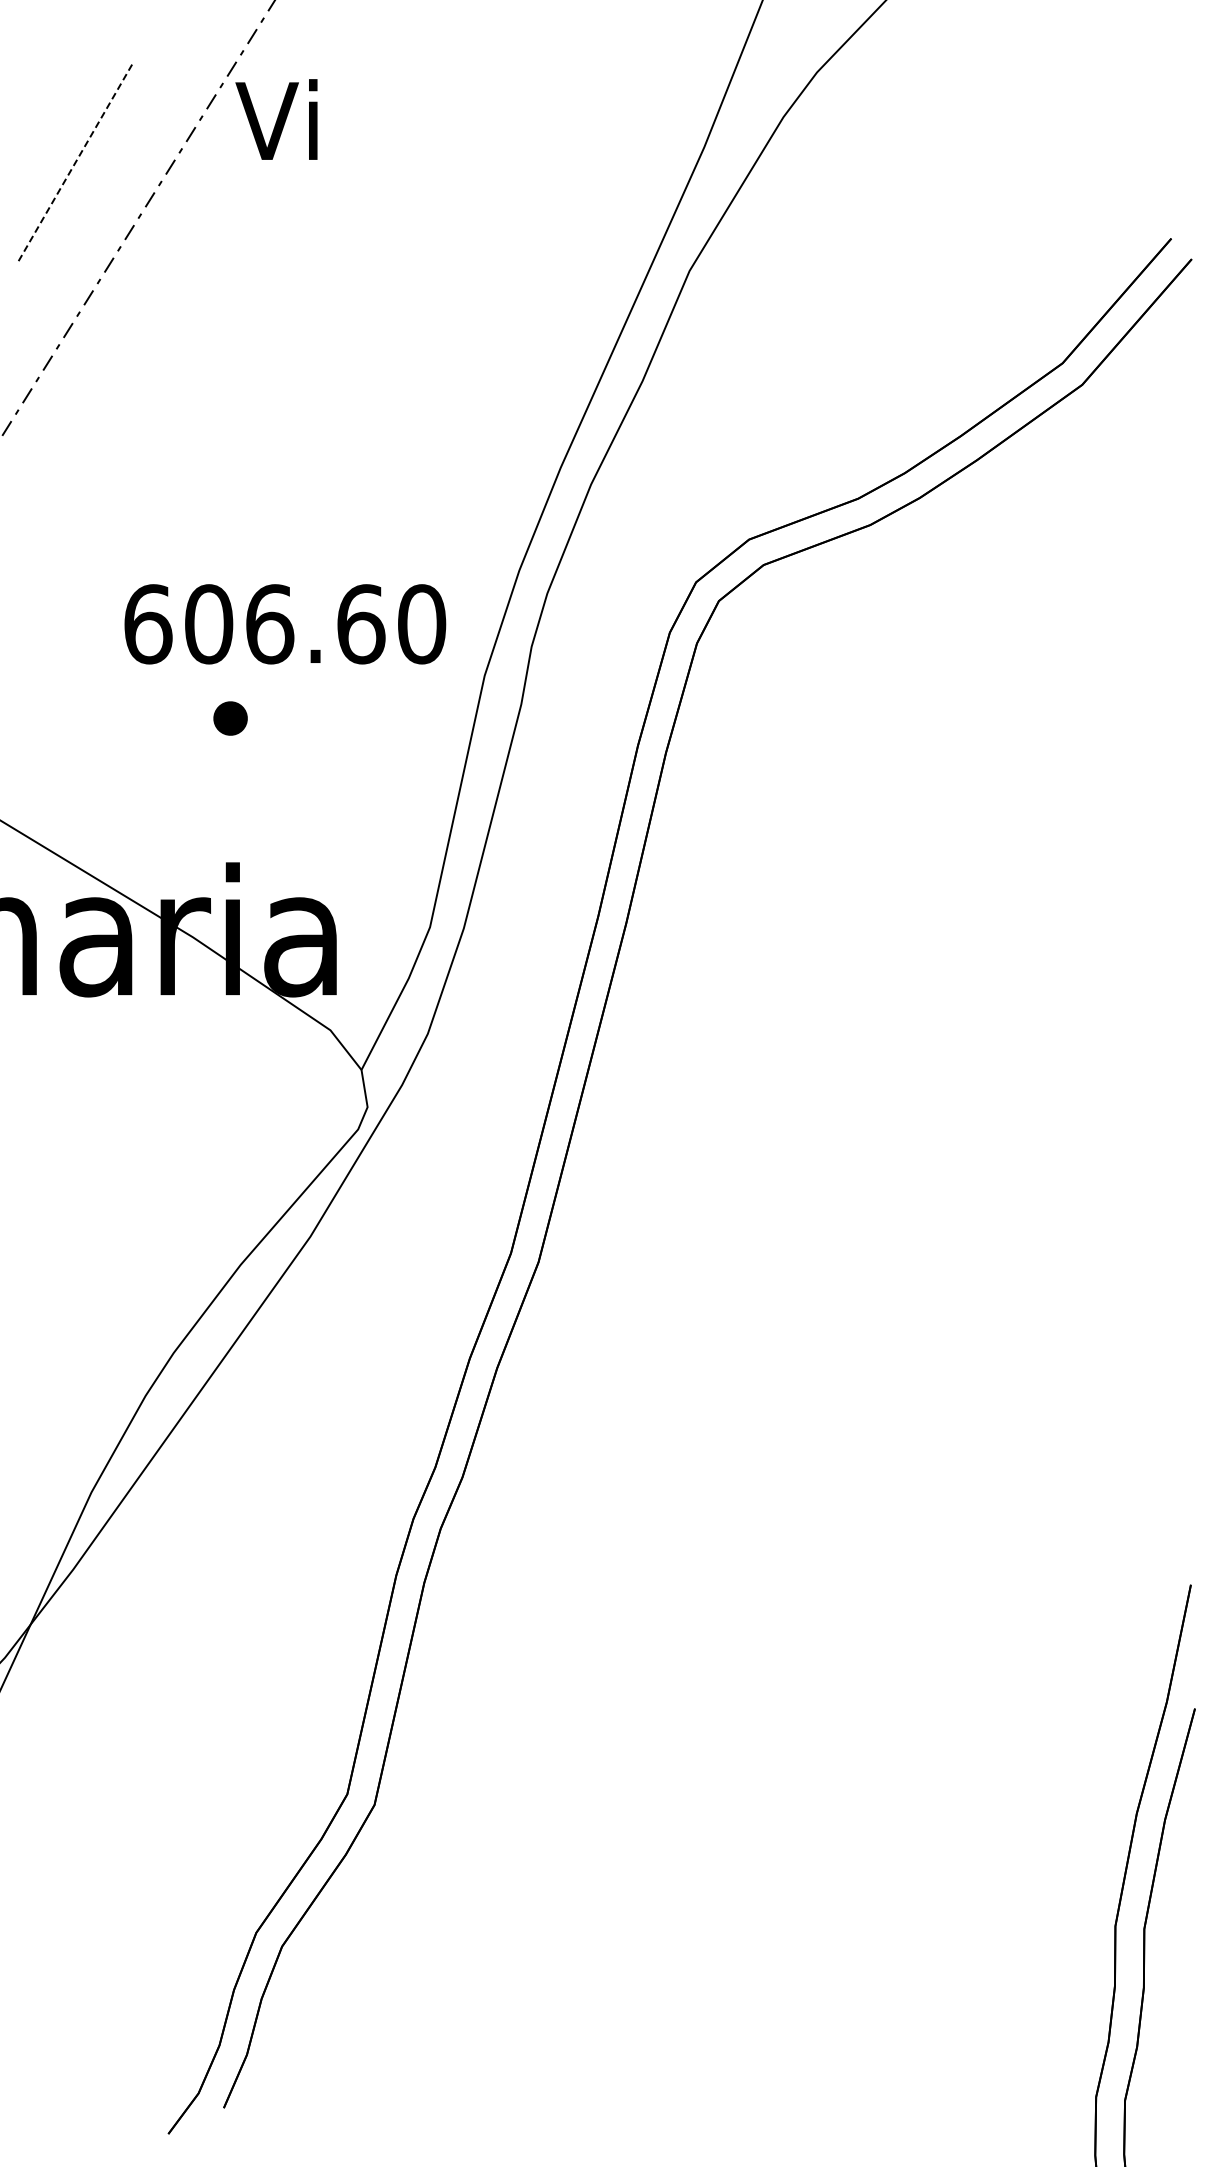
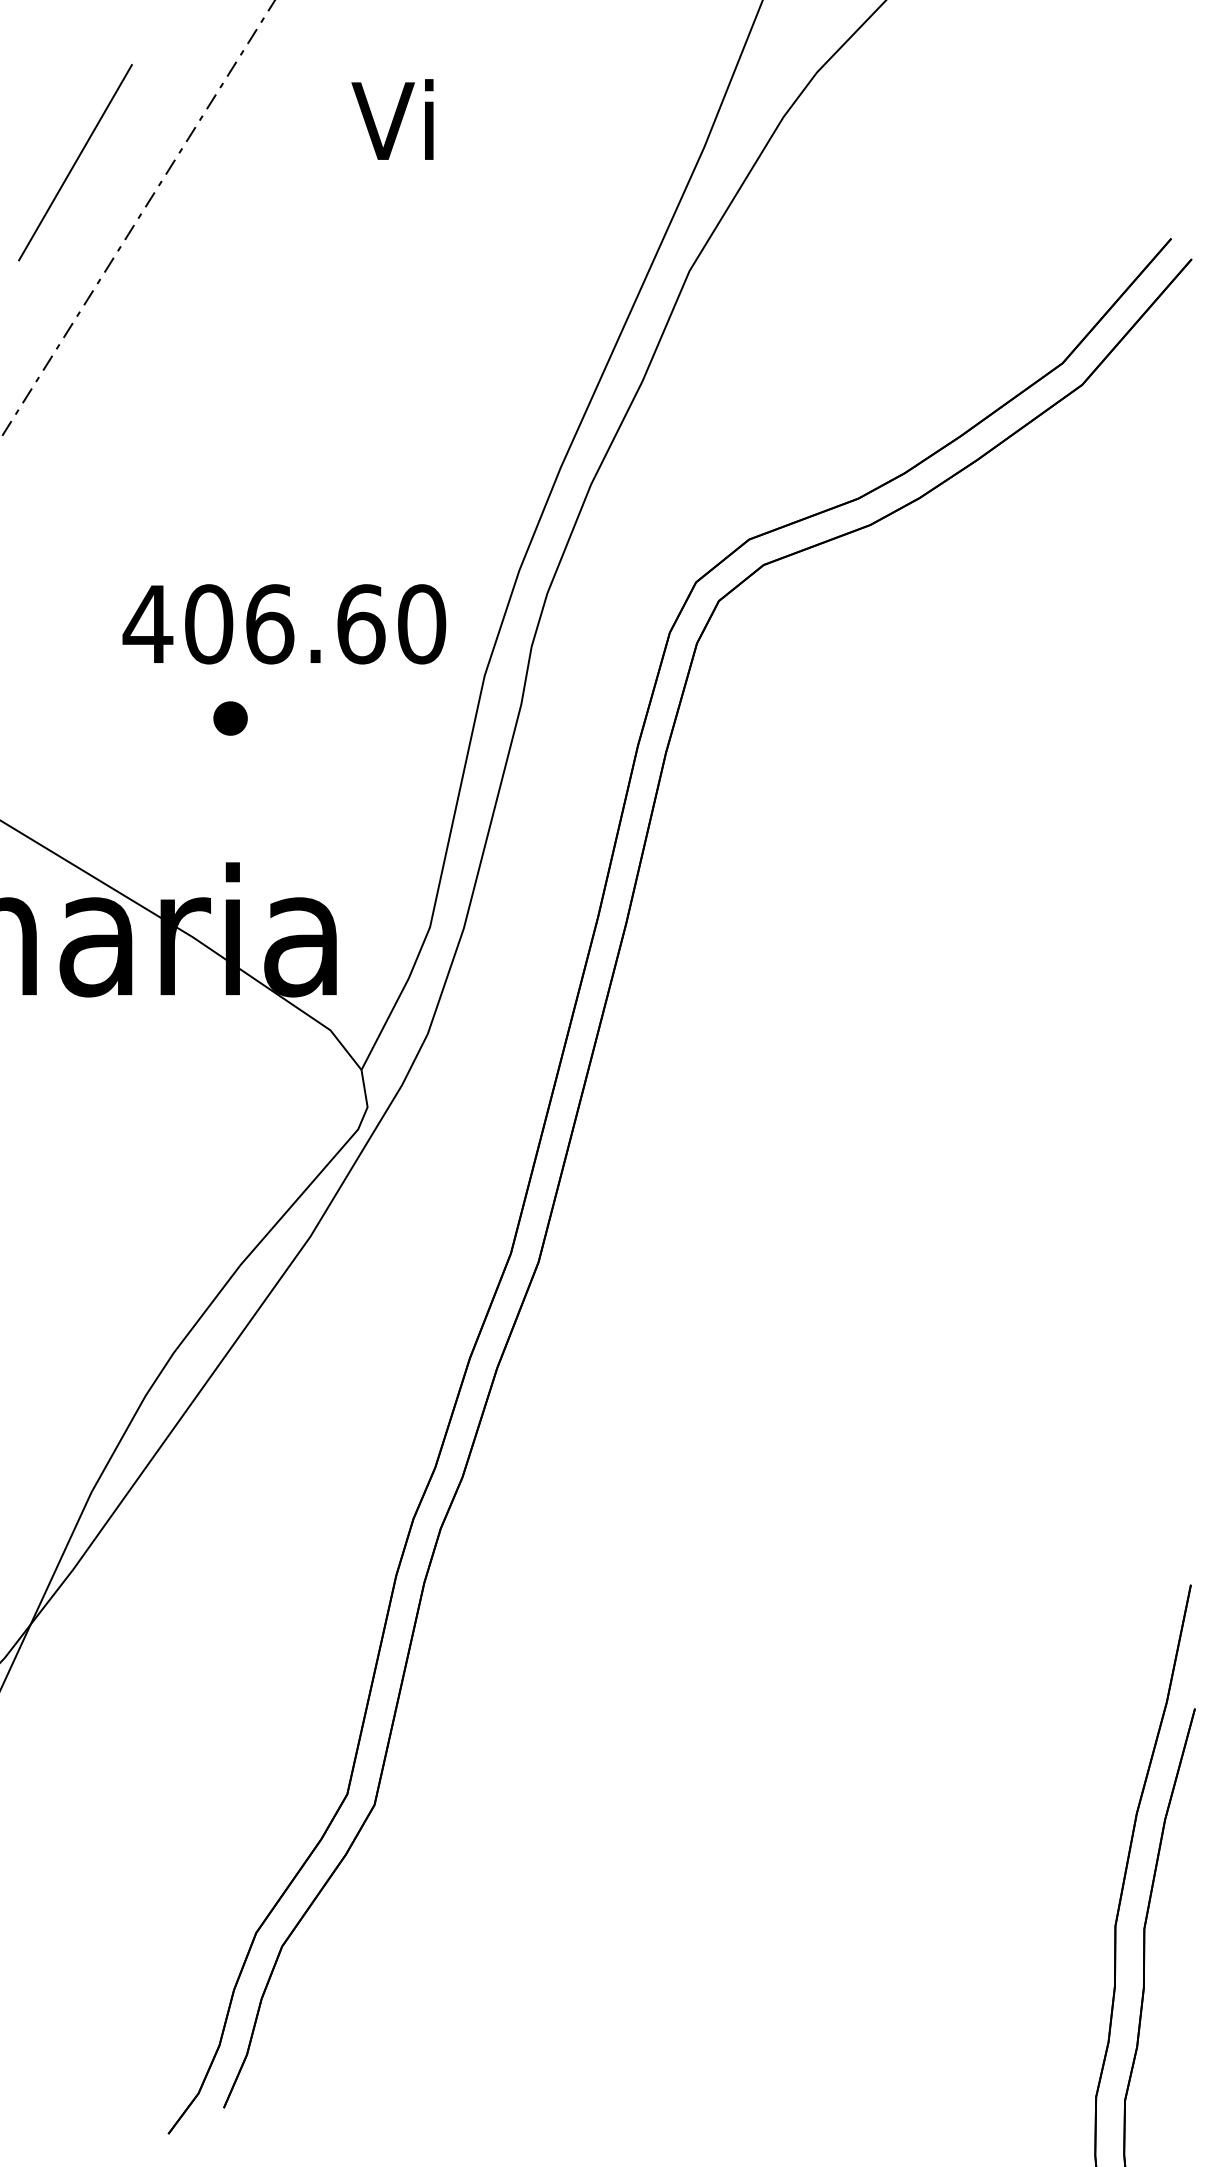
text at (276, 119) position: (276, 119) -> (392, 119)
line at (75, 162): dashed -> solid
text at (147, 624): 606.60 -> 406.60
